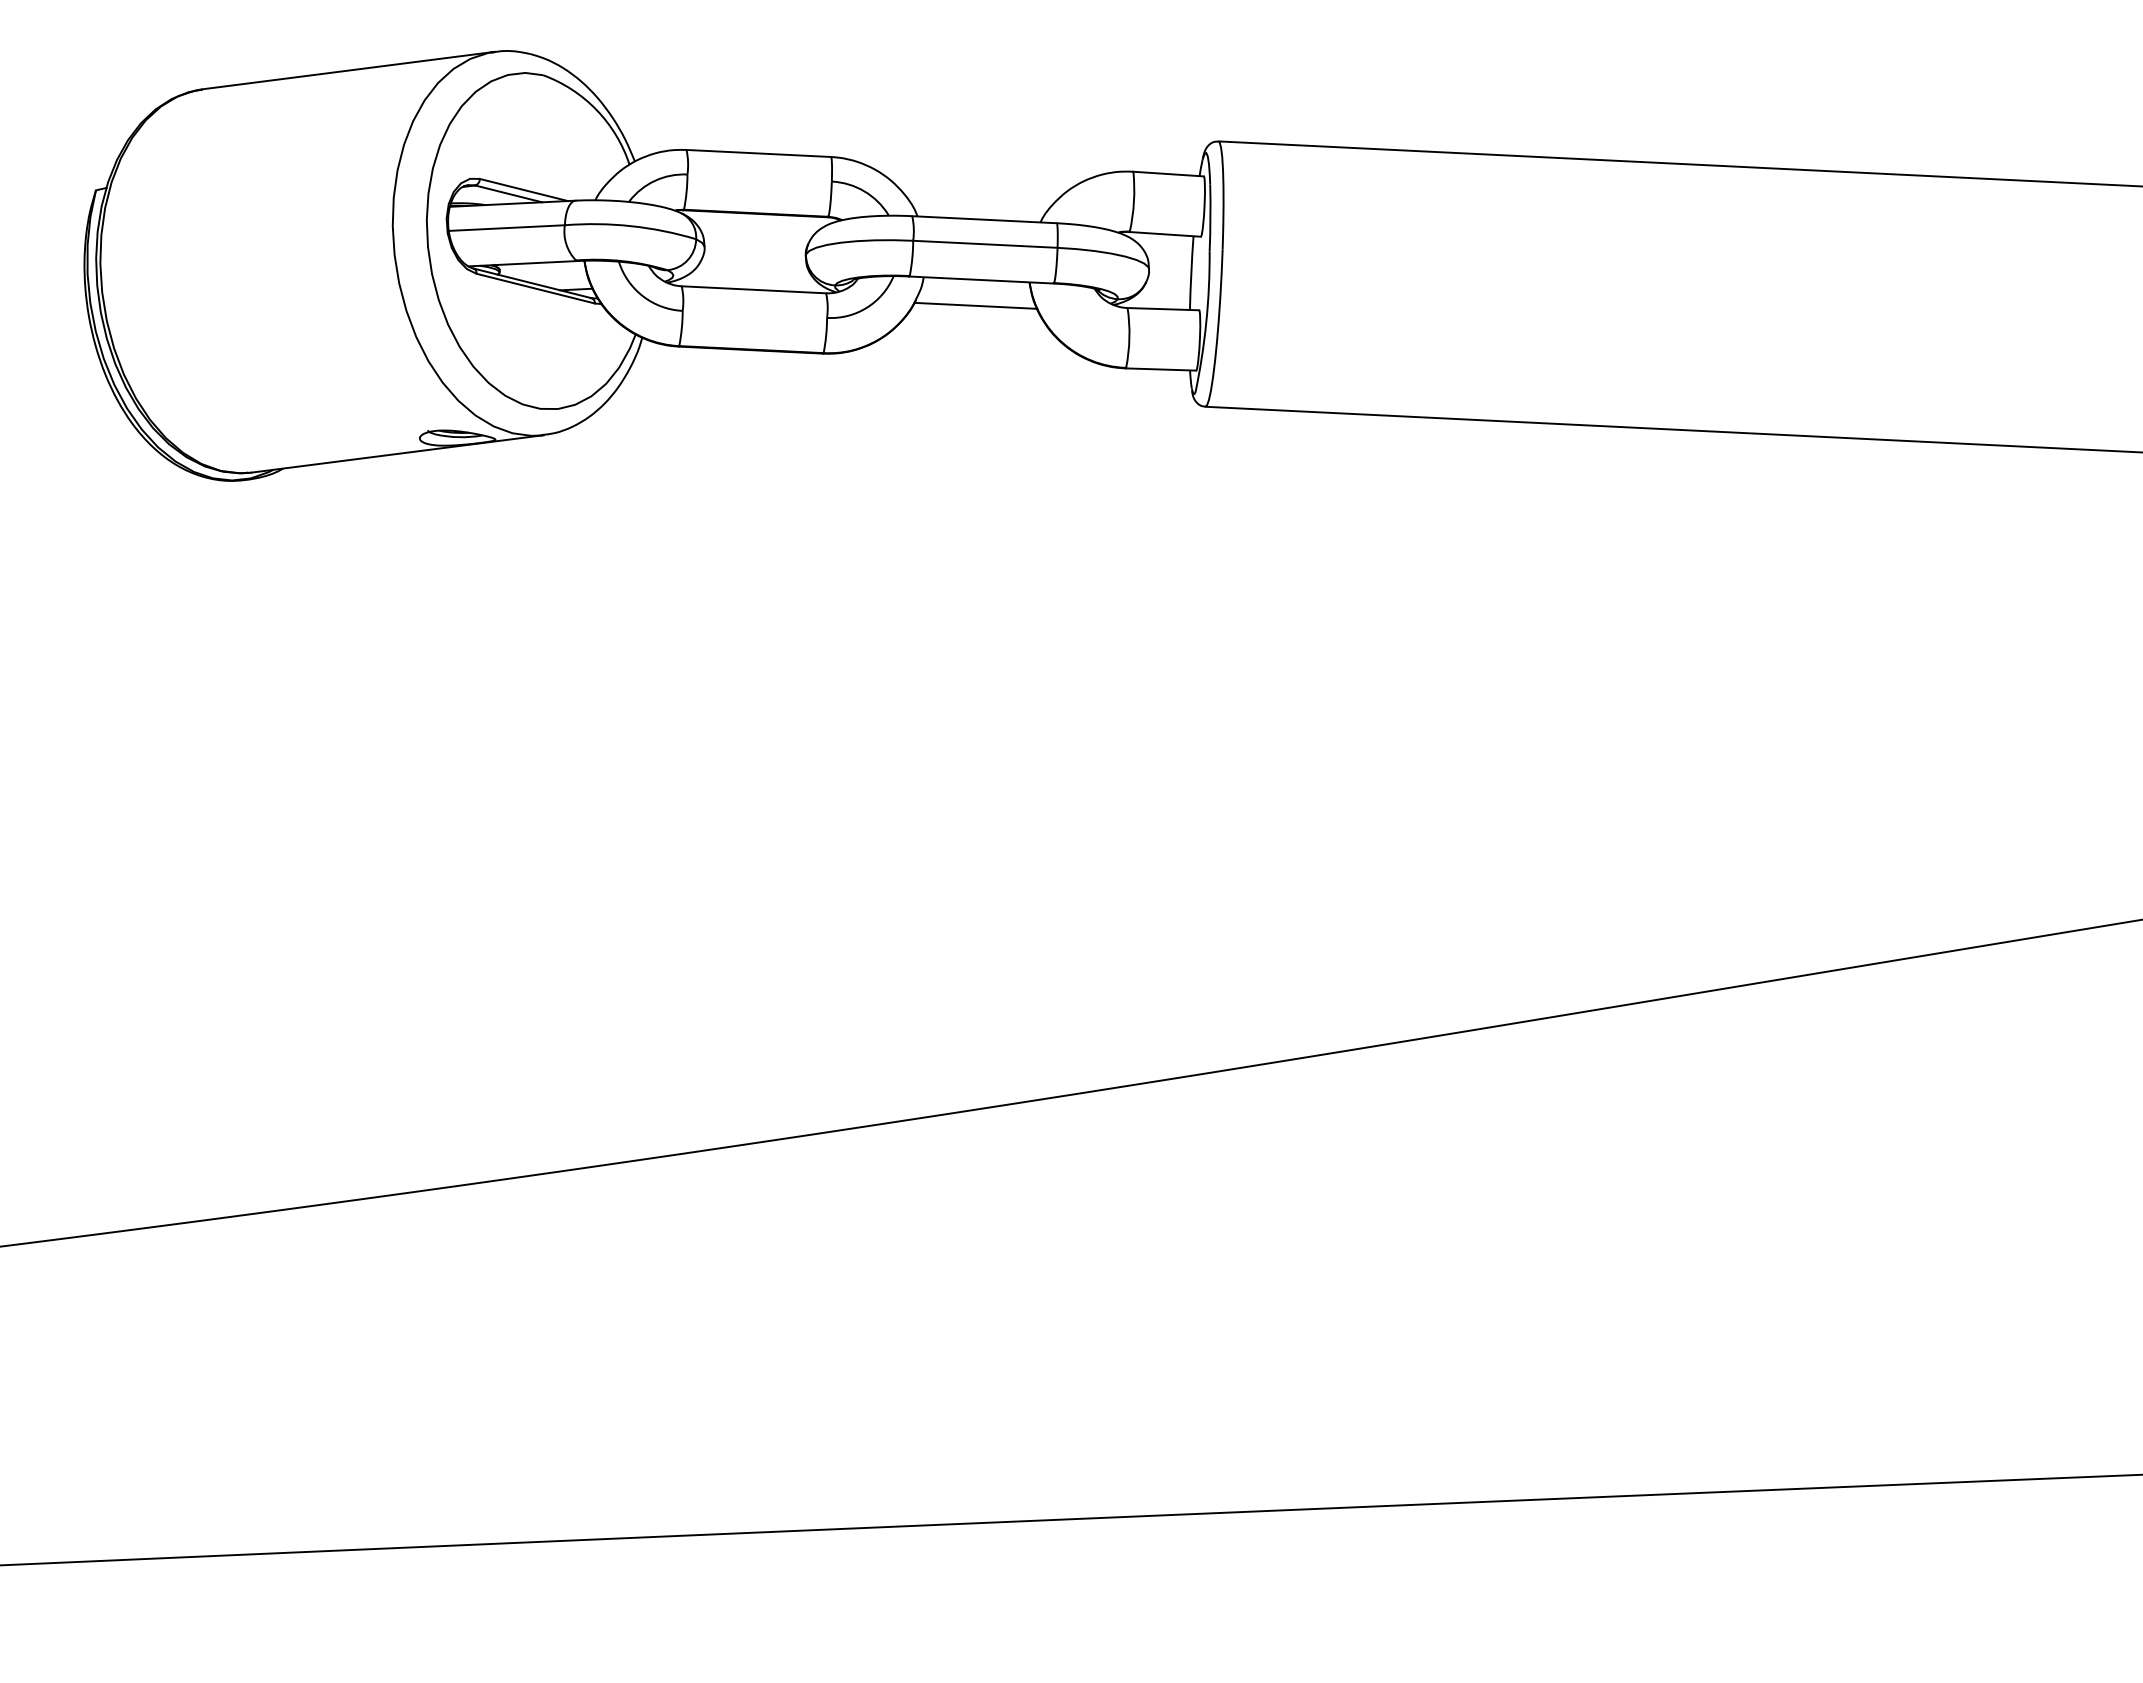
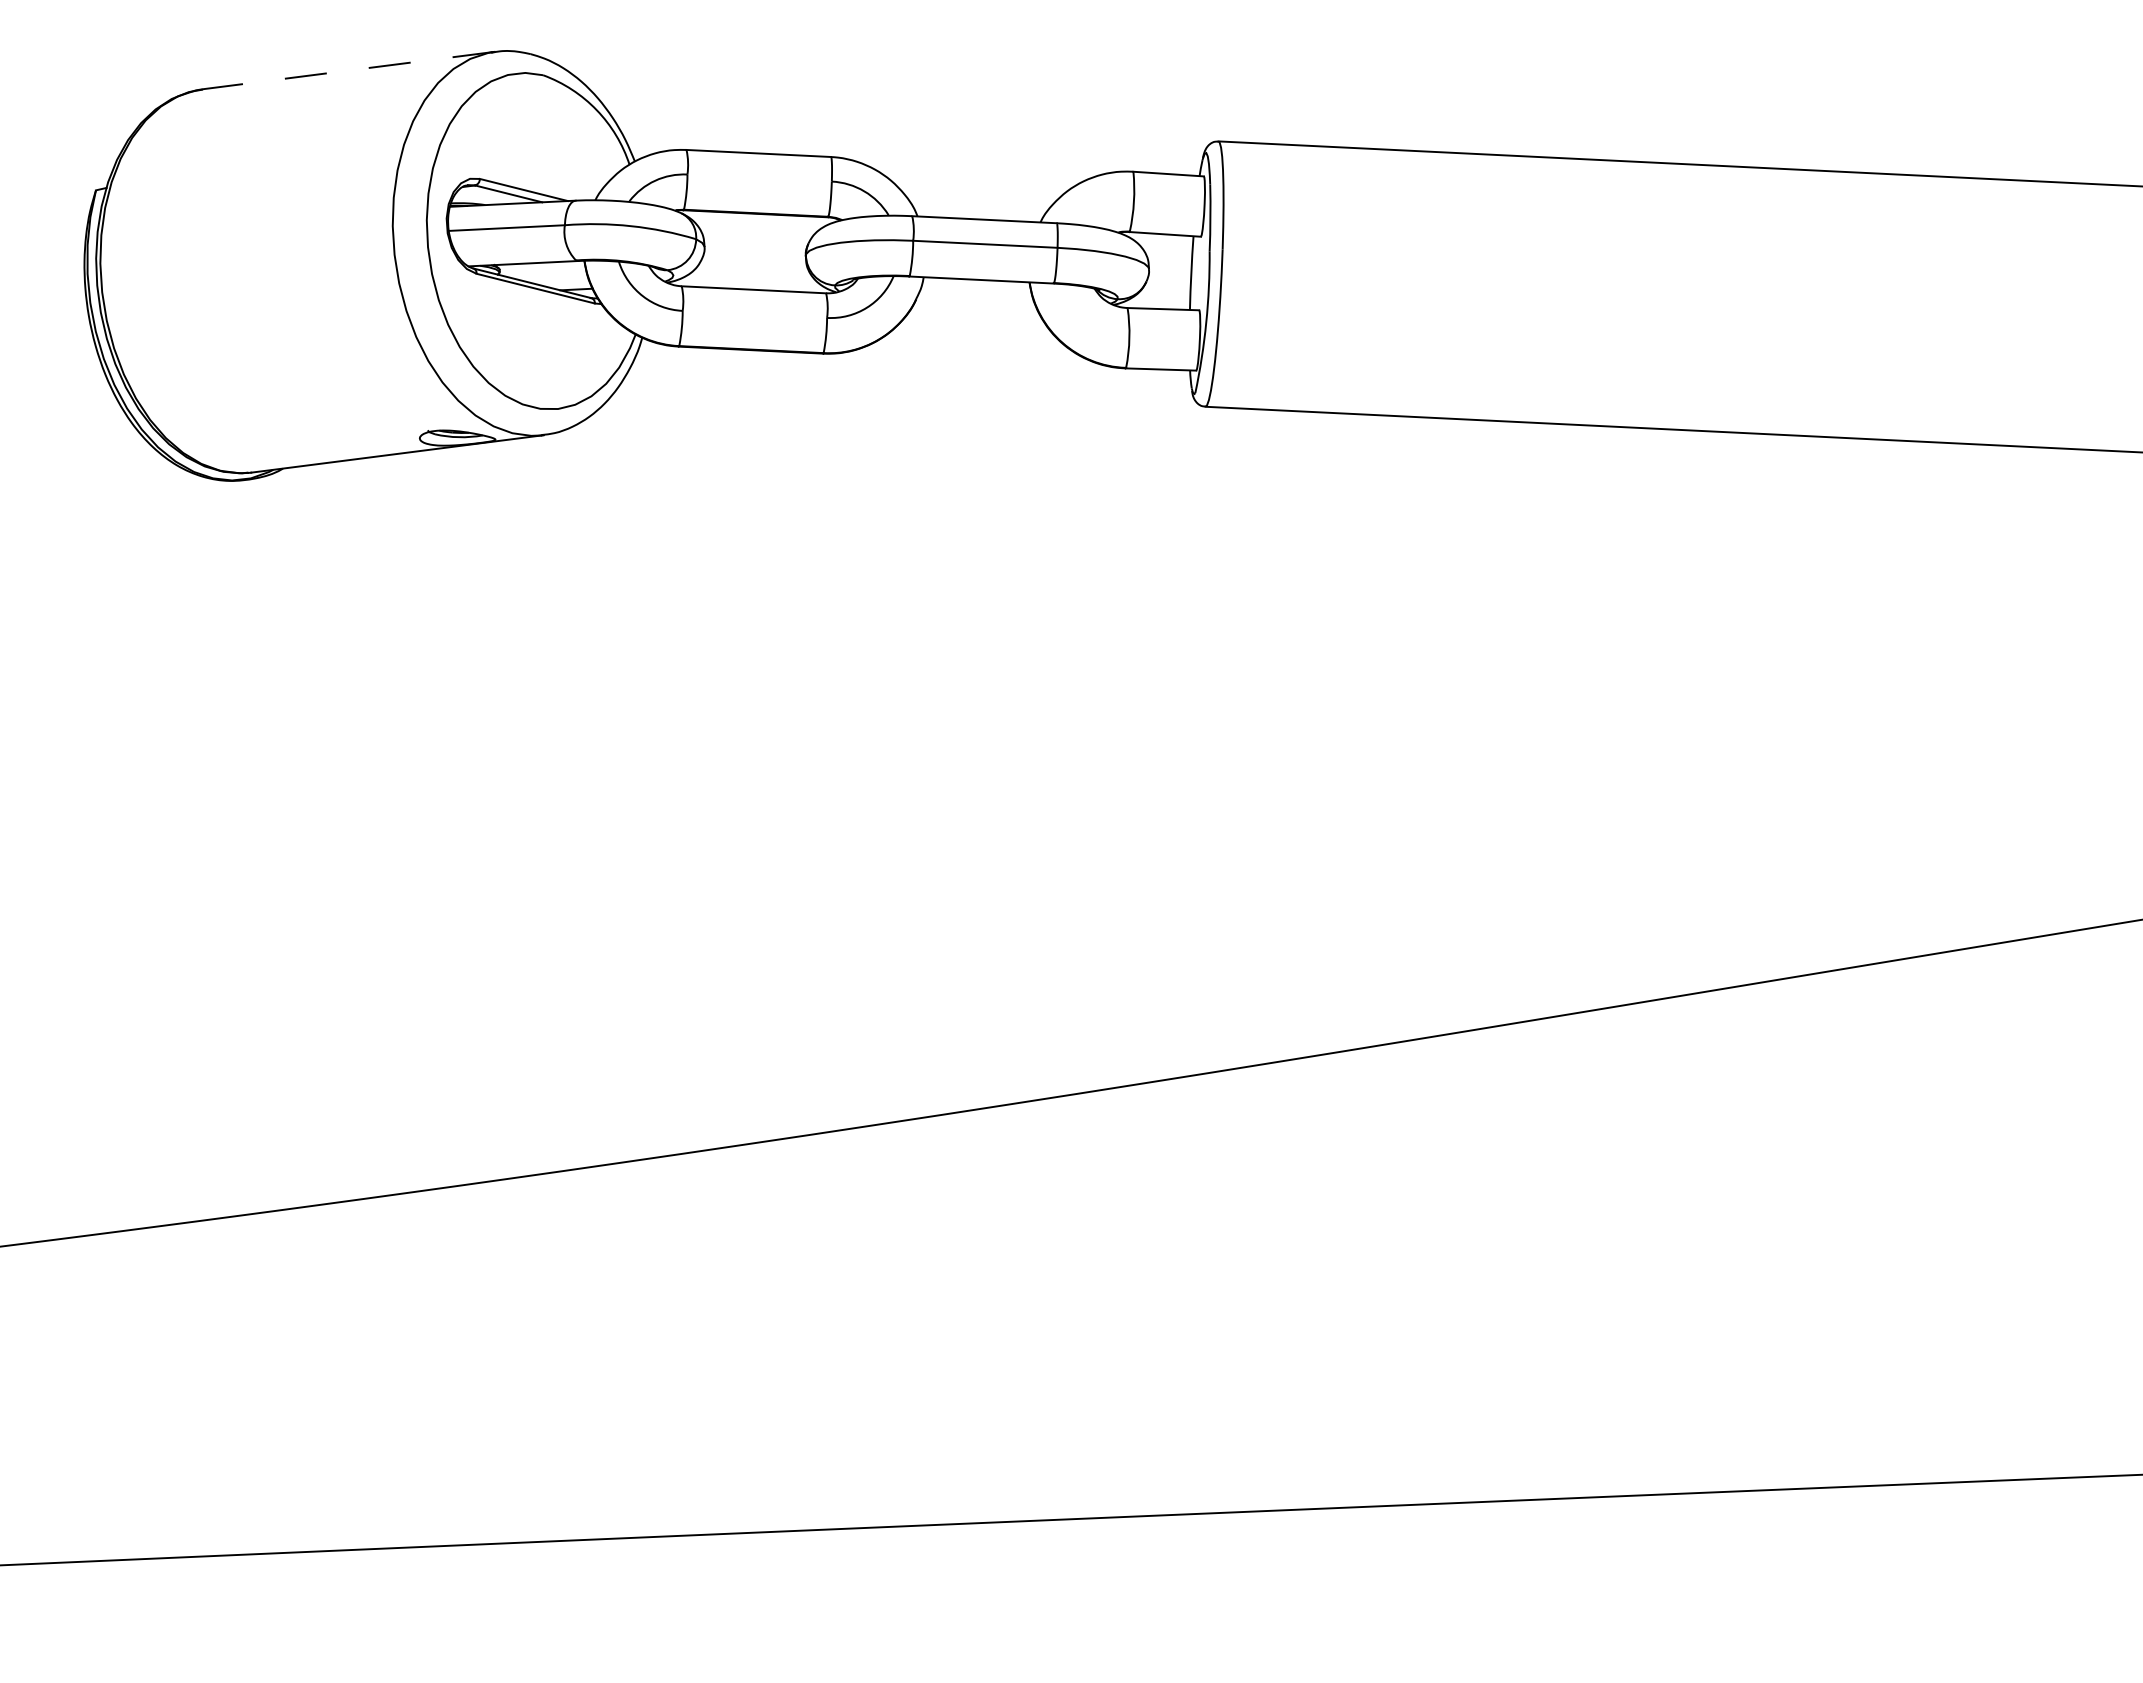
line at (347, 70): solid -> dashed
line at (975, 305): present -> none
